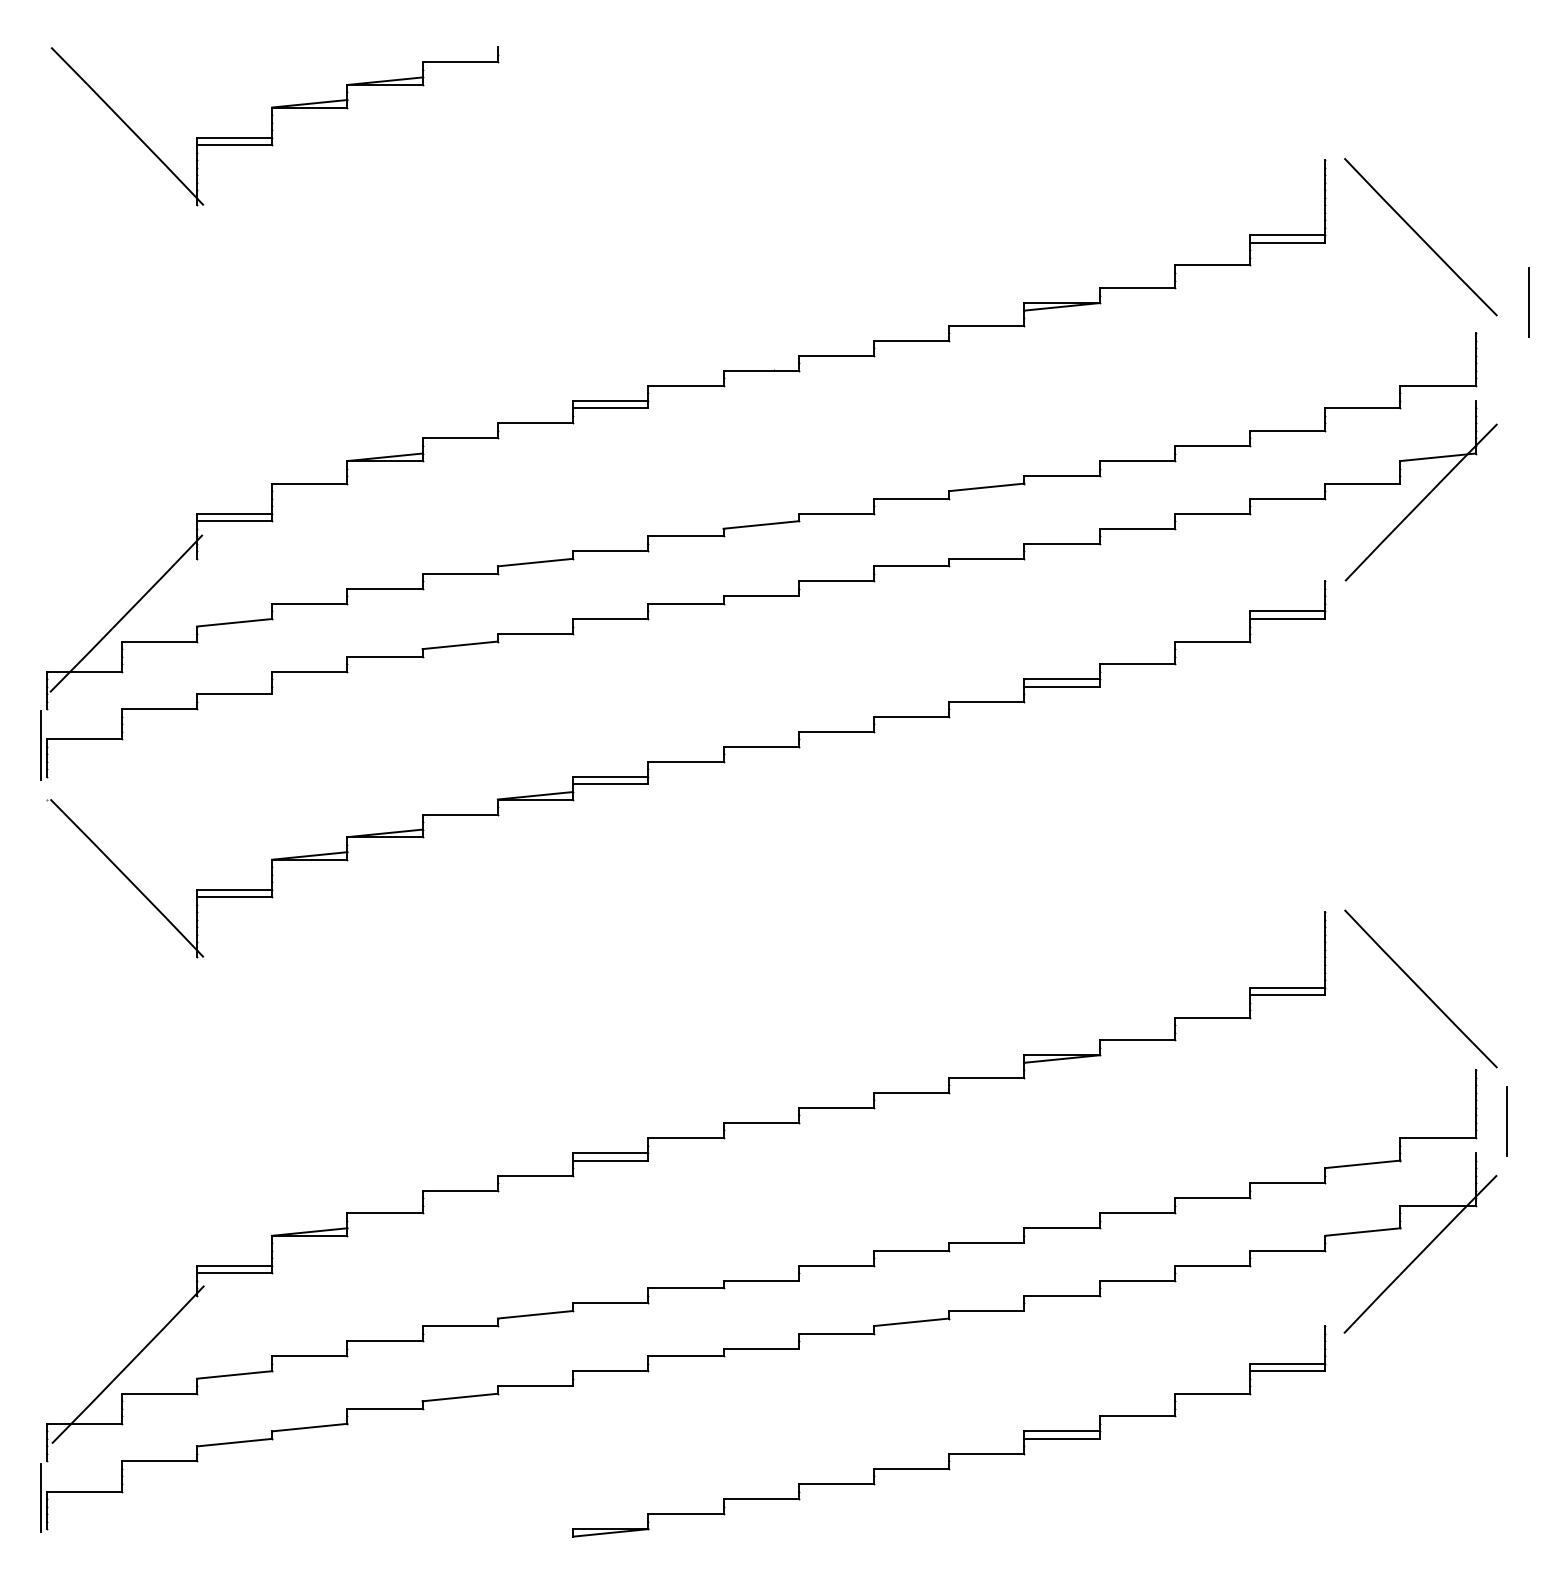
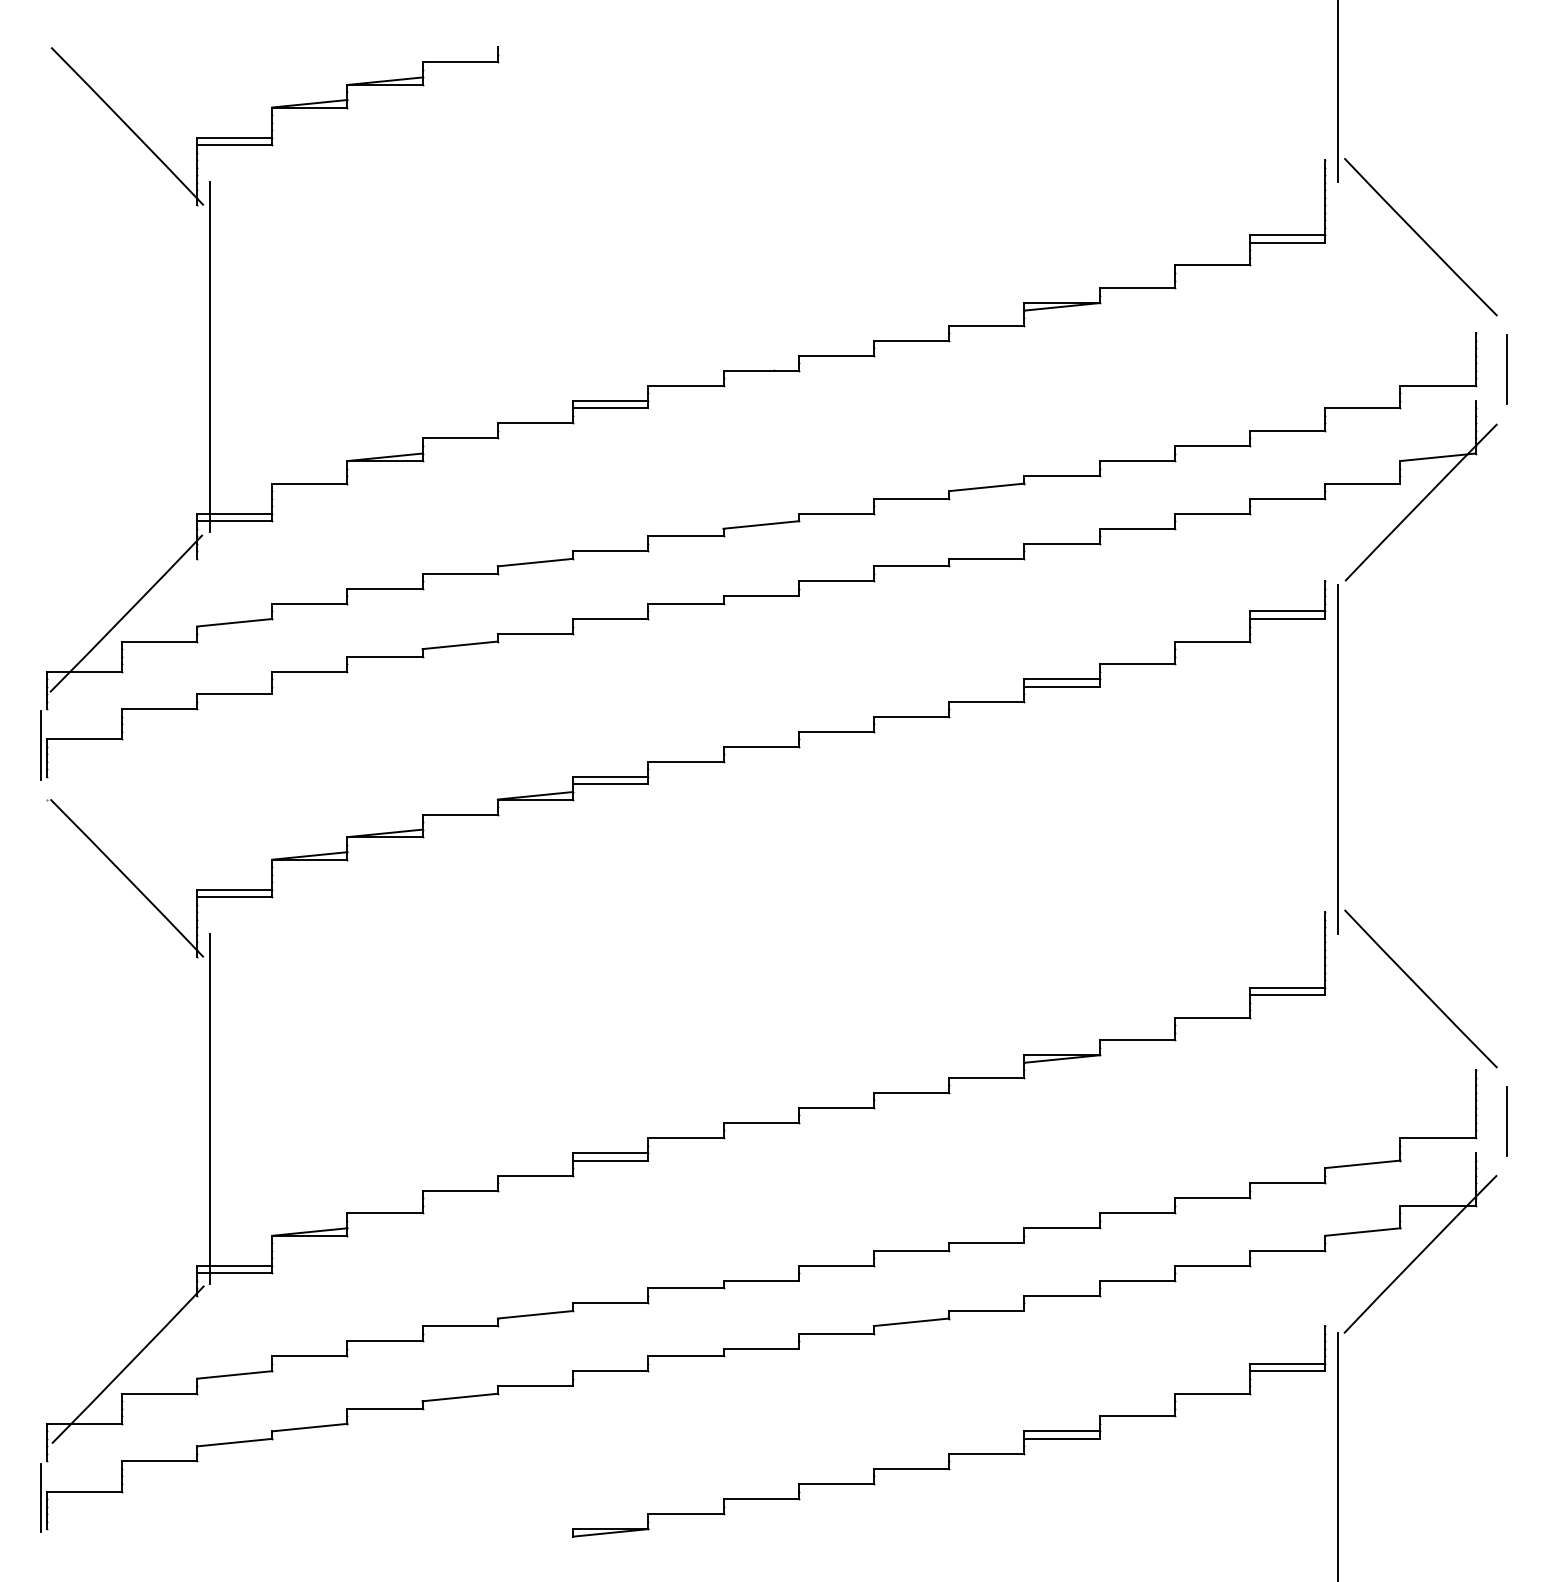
line at (1338, 91): none -> present
line at (1528, 302) position: (1528, 302) -> (1506, 369)
line at (209, 356): none -> present
line at (1338, 759): none -> present
line at (209, 1108): none -> present
line at (1338, 1455): none -> present
